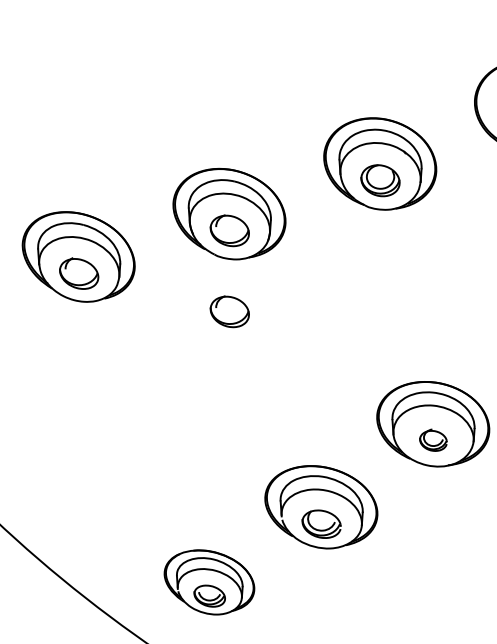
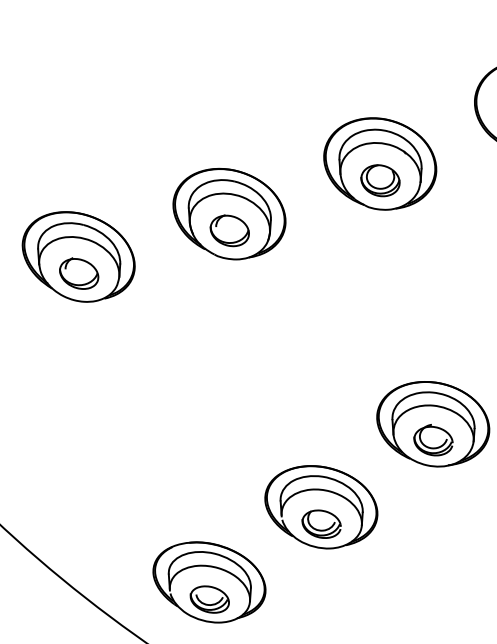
part at (229, 311): present -> none
part at (433, 439) size: 29x24 px -> 41x33 px
part at (209, 582) size: 93x67 px -> 115x83 px
